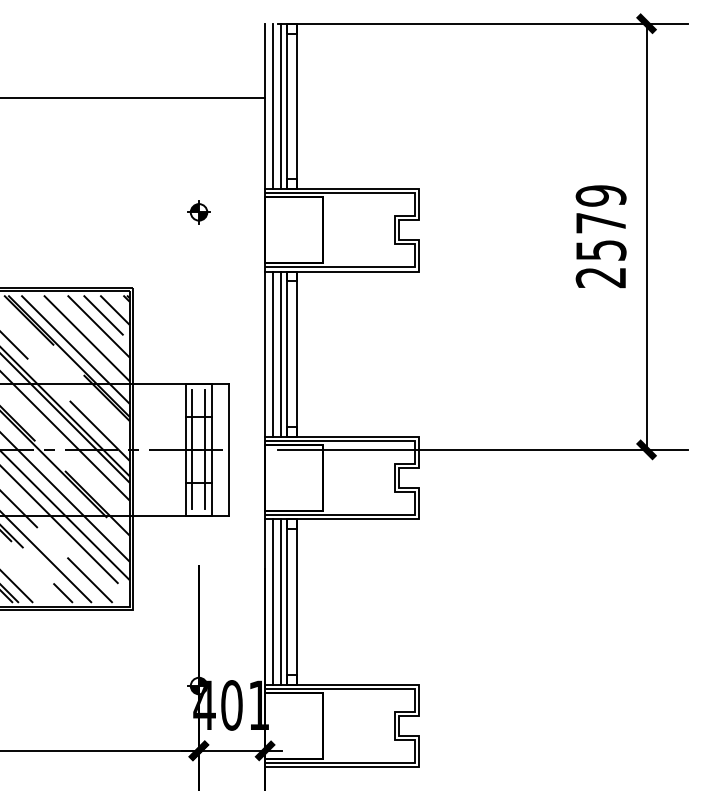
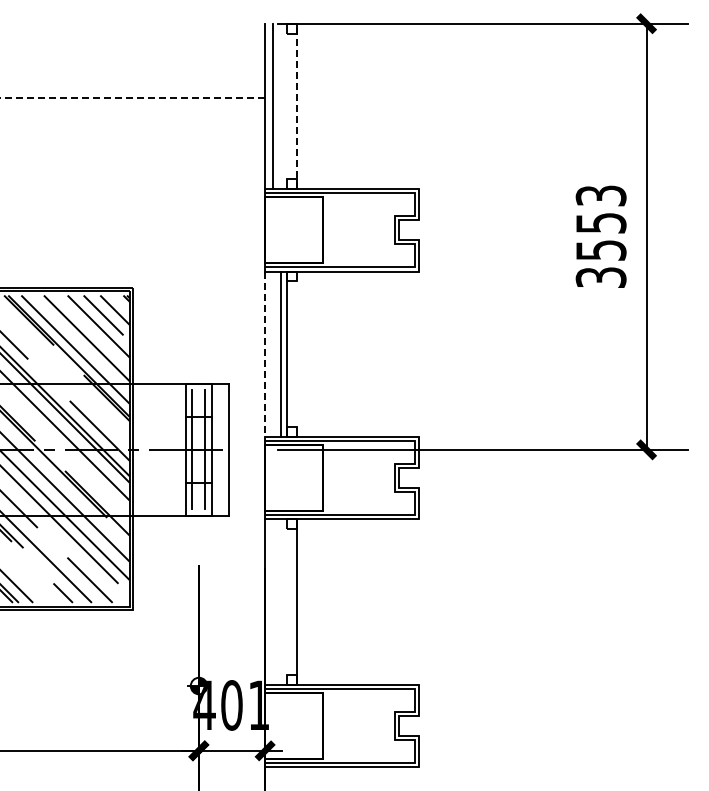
line at (132, 98): solid -> dashed
line at (280, 105): present -> none
line at (286, 105): present -> none
line at (296, 106): solid -> dashed
part at (198, 212): present -> none
text at (600, 236): 2579 -> 3553
line at (272, 353): present -> none
line at (296, 353): present -> none
line at (265, 354): solid -> dashed
line at (272, 601): present -> none
line at (280, 601): present -> none
line at (286, 601): present -> none
